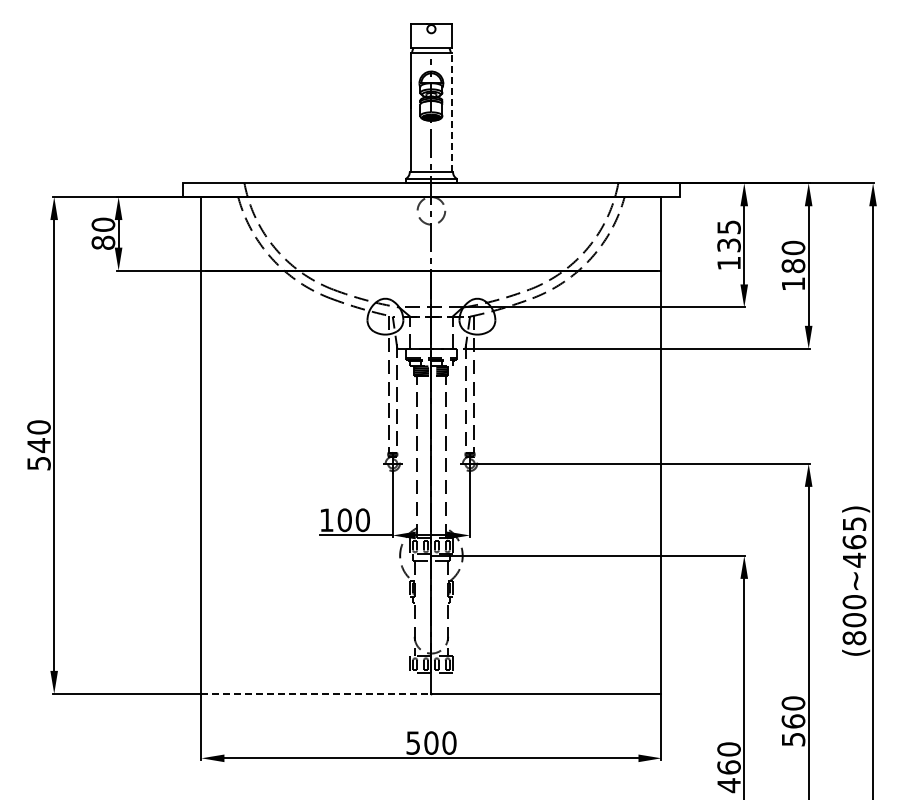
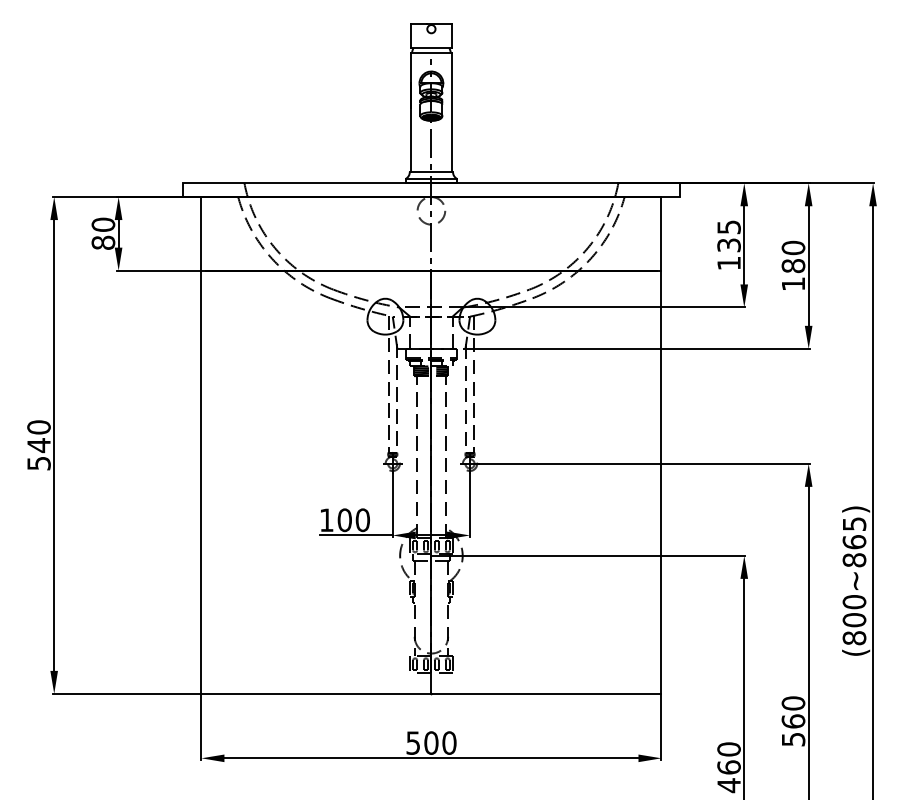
line at (452, 112): dashed -> solid
text at (854, 559): (800~465) -> (800~865)
line at (316, 693): dashed -> solid
